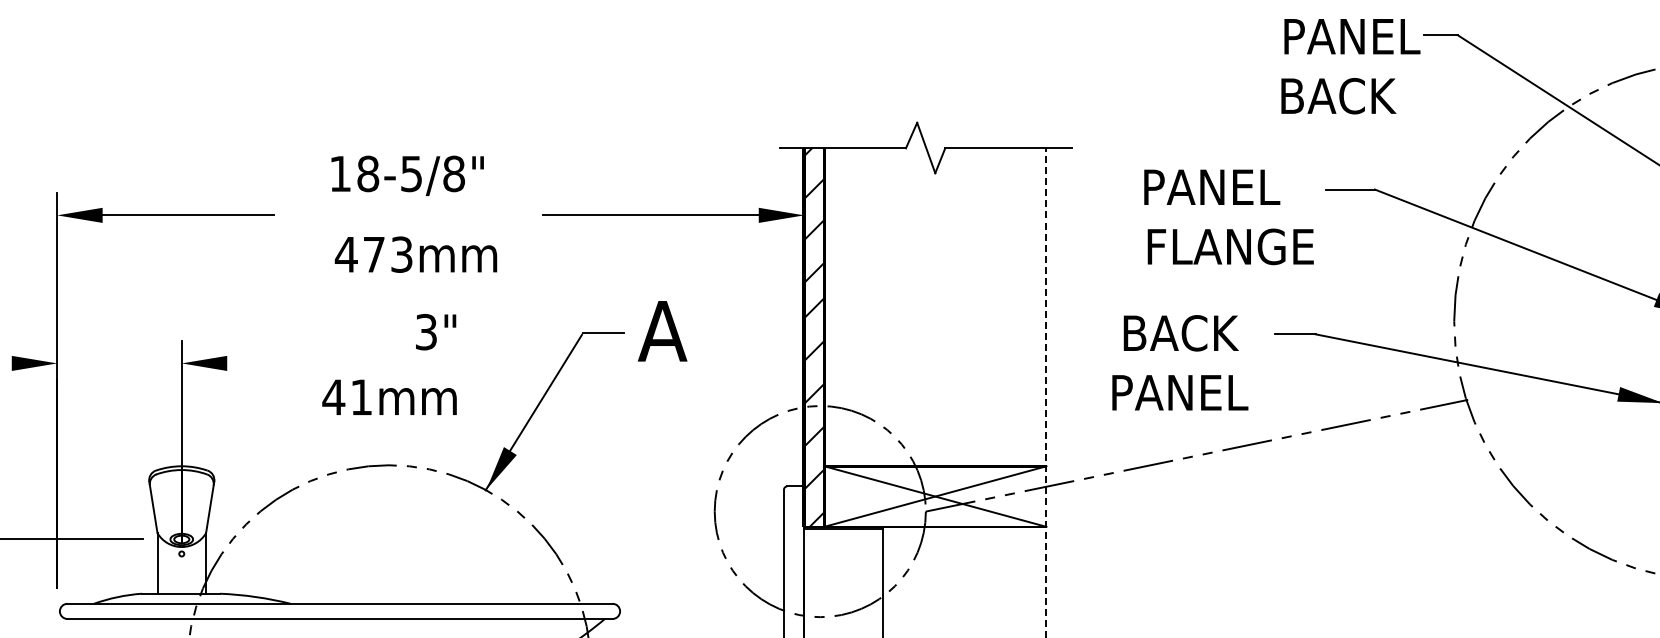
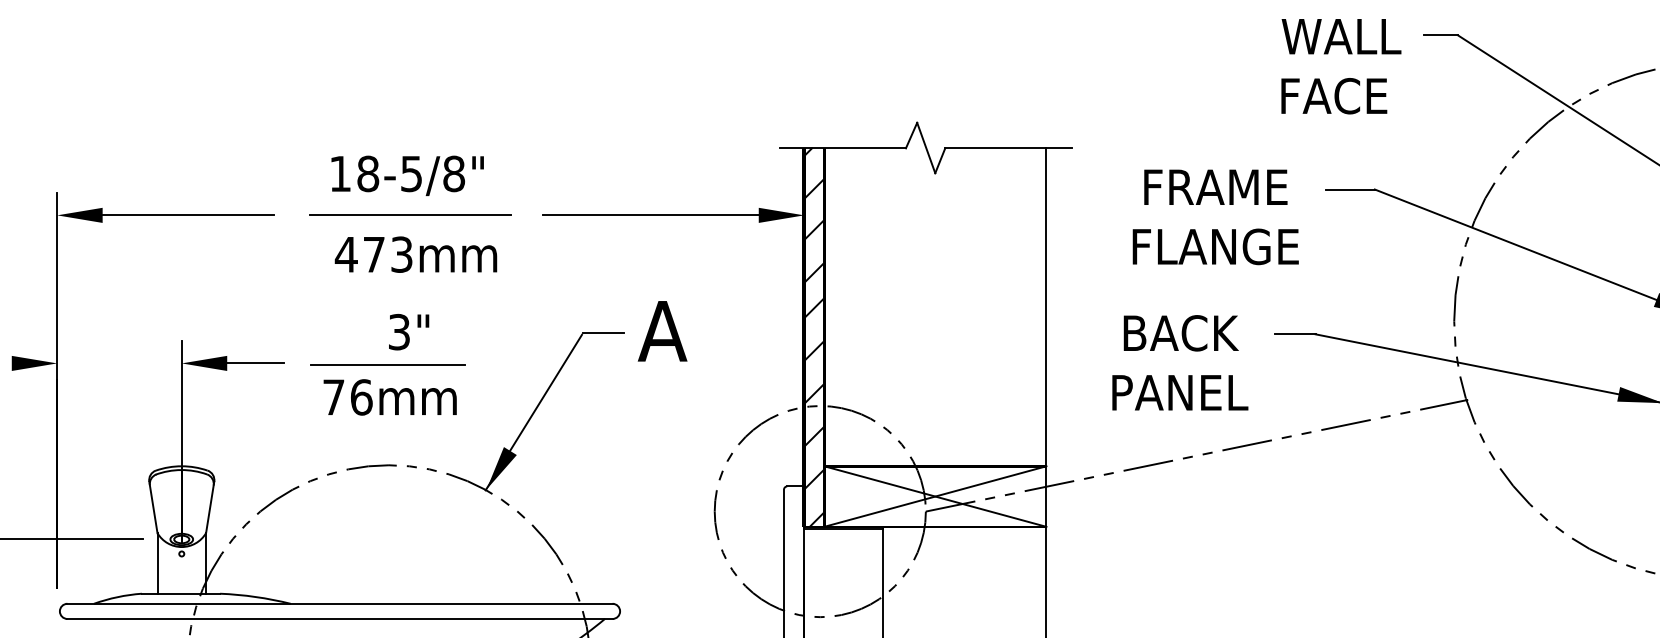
text at (1350, 36): PANEL -> WALL
text at (1340, 95): BACK -> FACE
text at (1217, 186): PANEL -> FRAME
line at (409, 214): none -> present
text at (1230, 246) position: (1230, 246) -> (1215, 246)
text at (436, 332) position: (436, 332) -> (409, 332)
line at (255, 363): none -> present
line at (388, 364): none -> present
line at (1046, 392): dashed -> solid
text at (347, 397): 41mm -> 76mm
